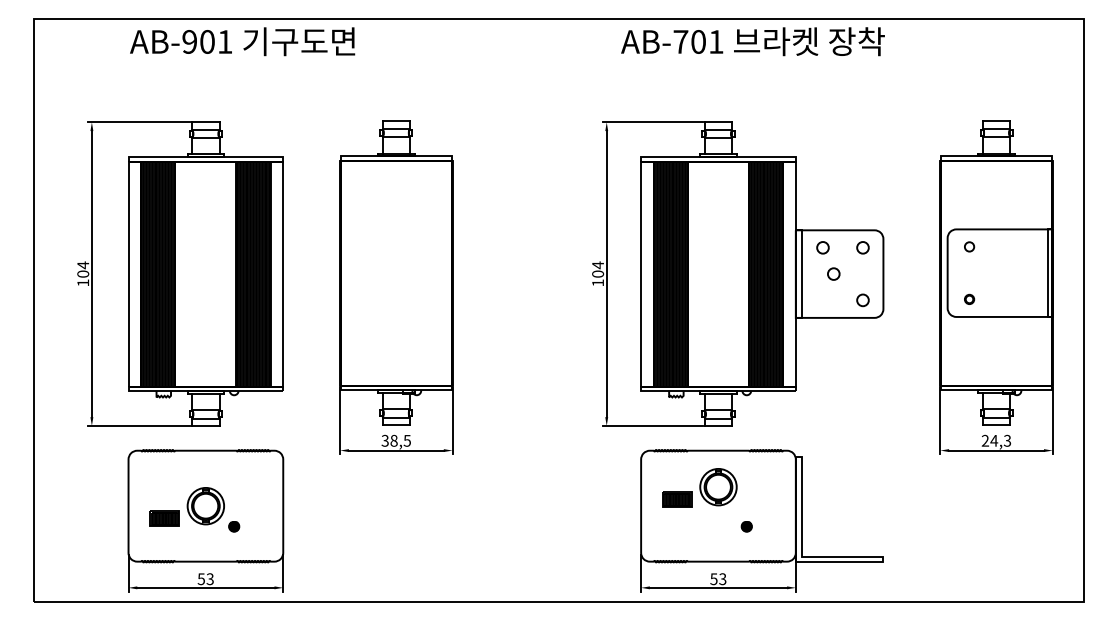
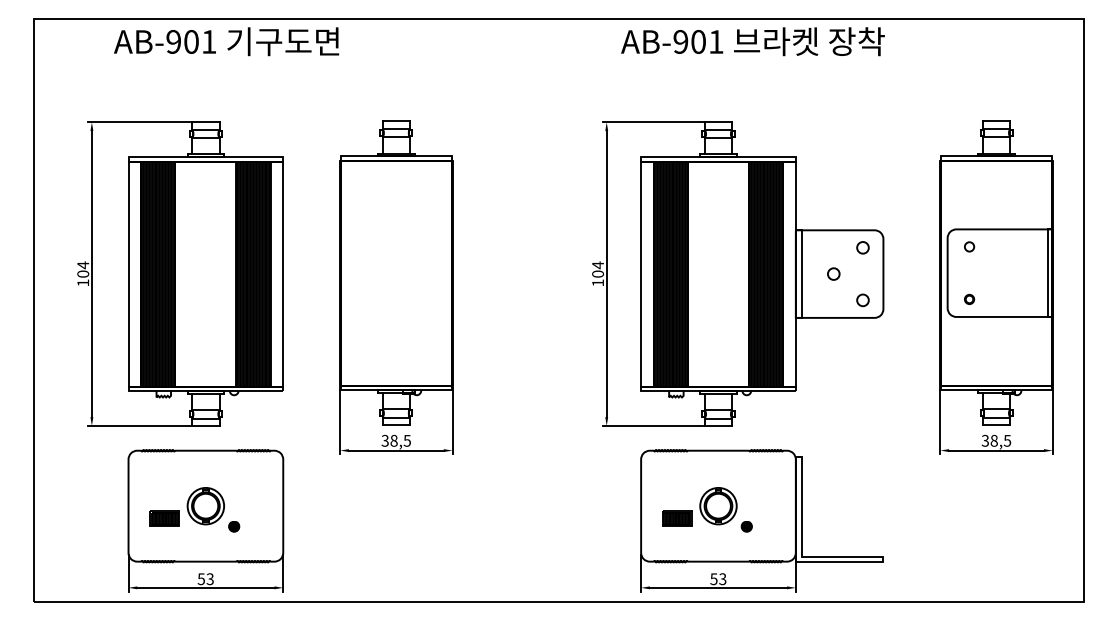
text at (242, 41) position: (242, 41) -> (226, 41)
text at (680, 41): AB-701 -> AB-901
circle at (822, 247): present -> none
text at (996, 440): 24,3 -> 38,5
part at (699, 487) position: (699, 487) -> (699, 506)
